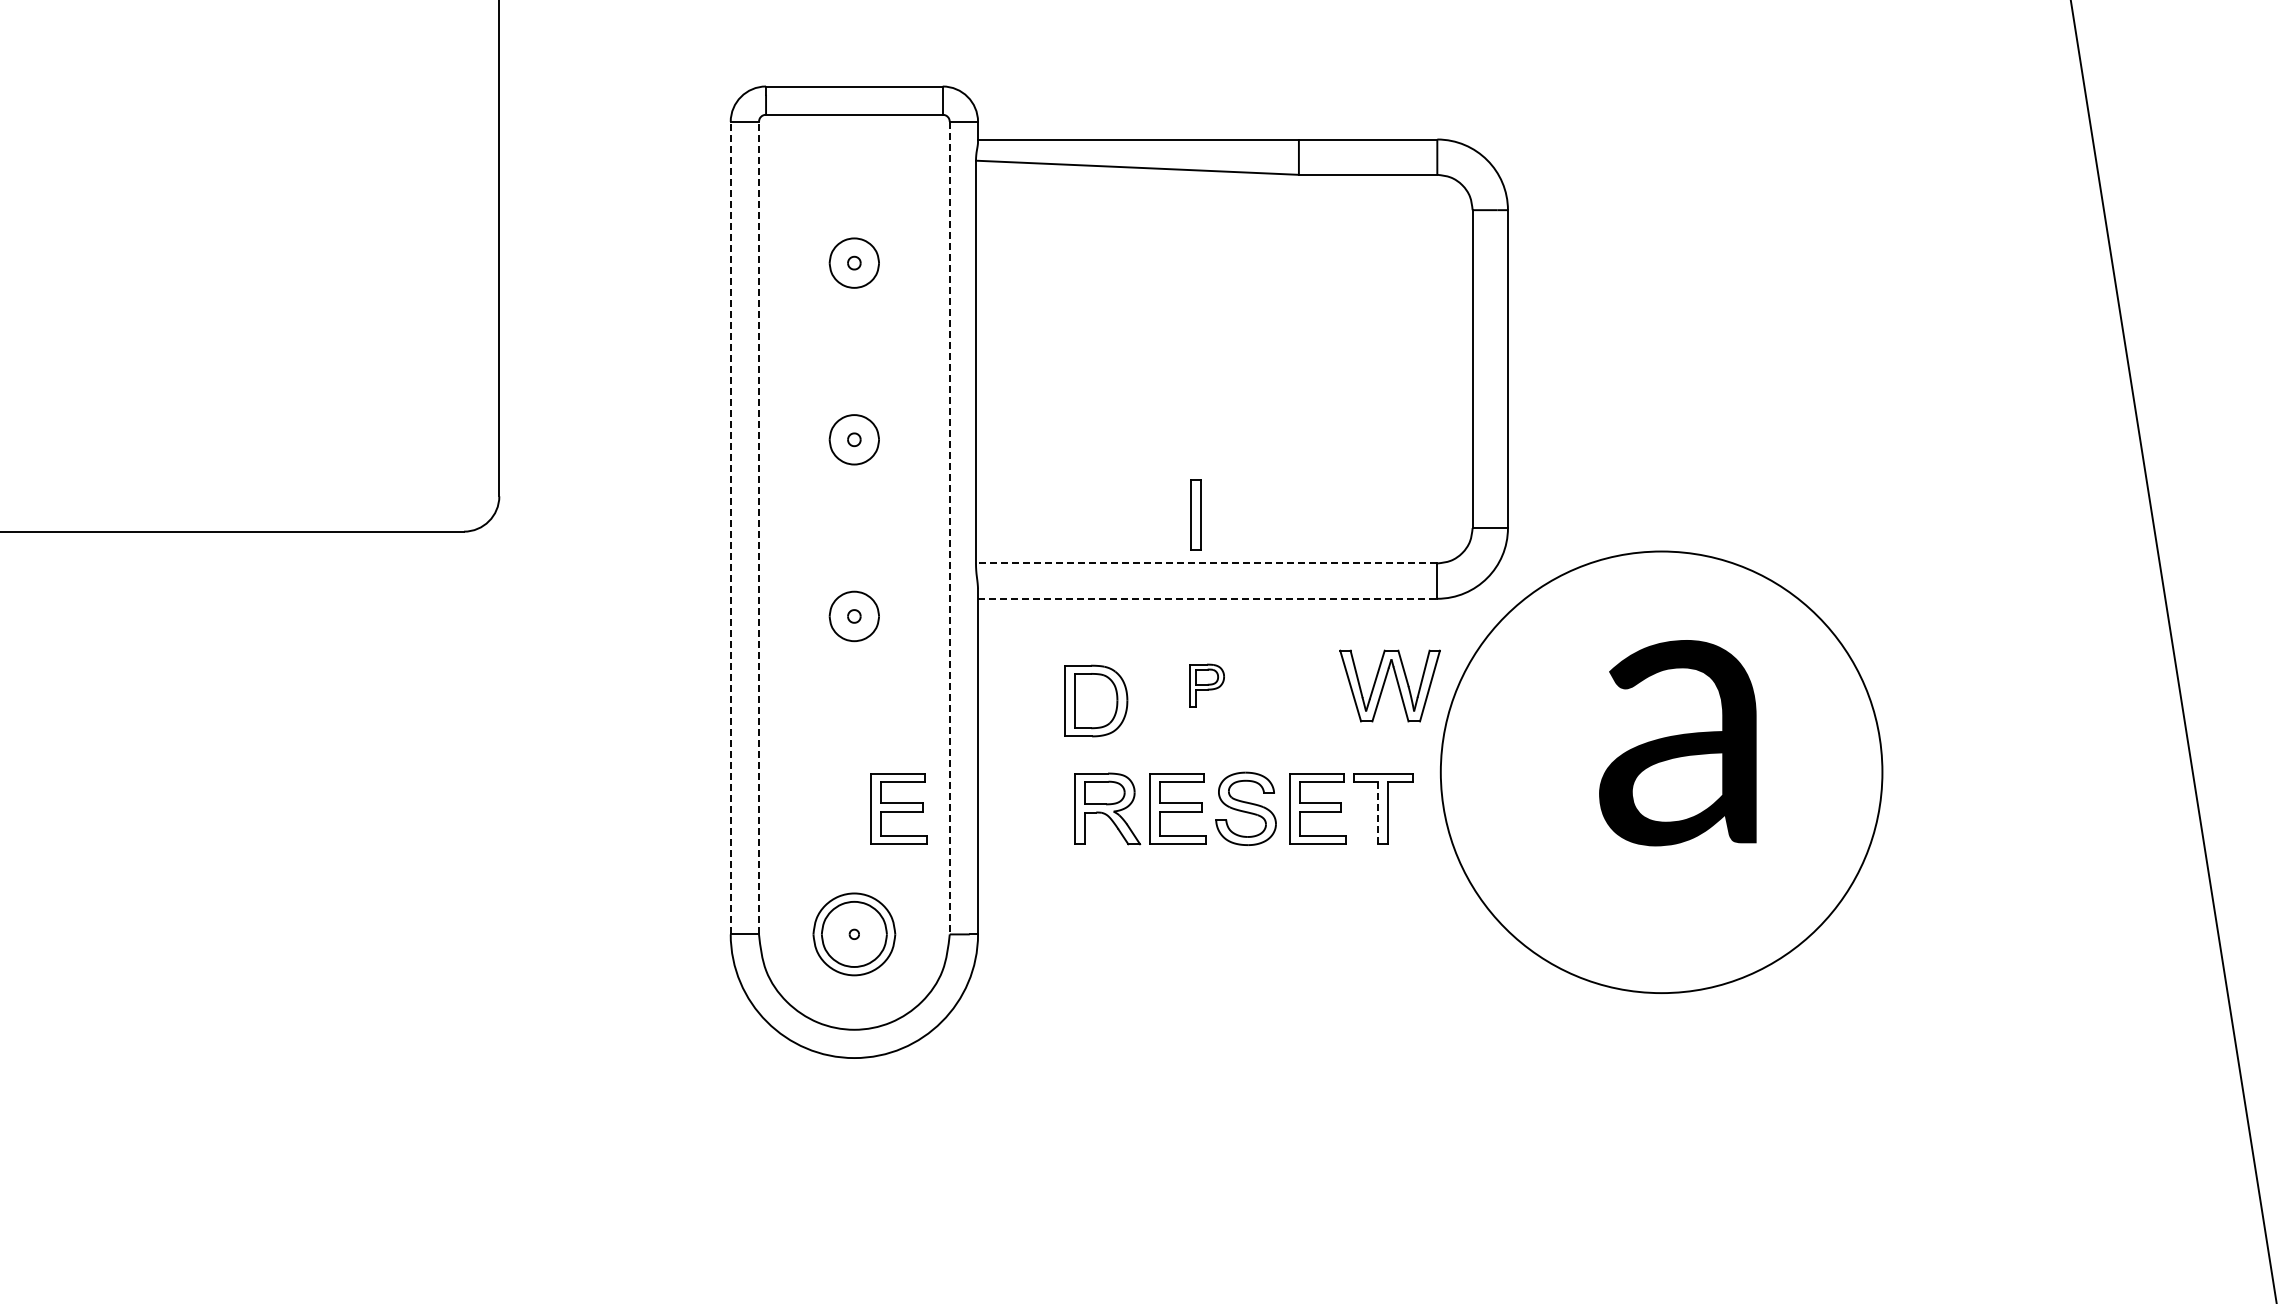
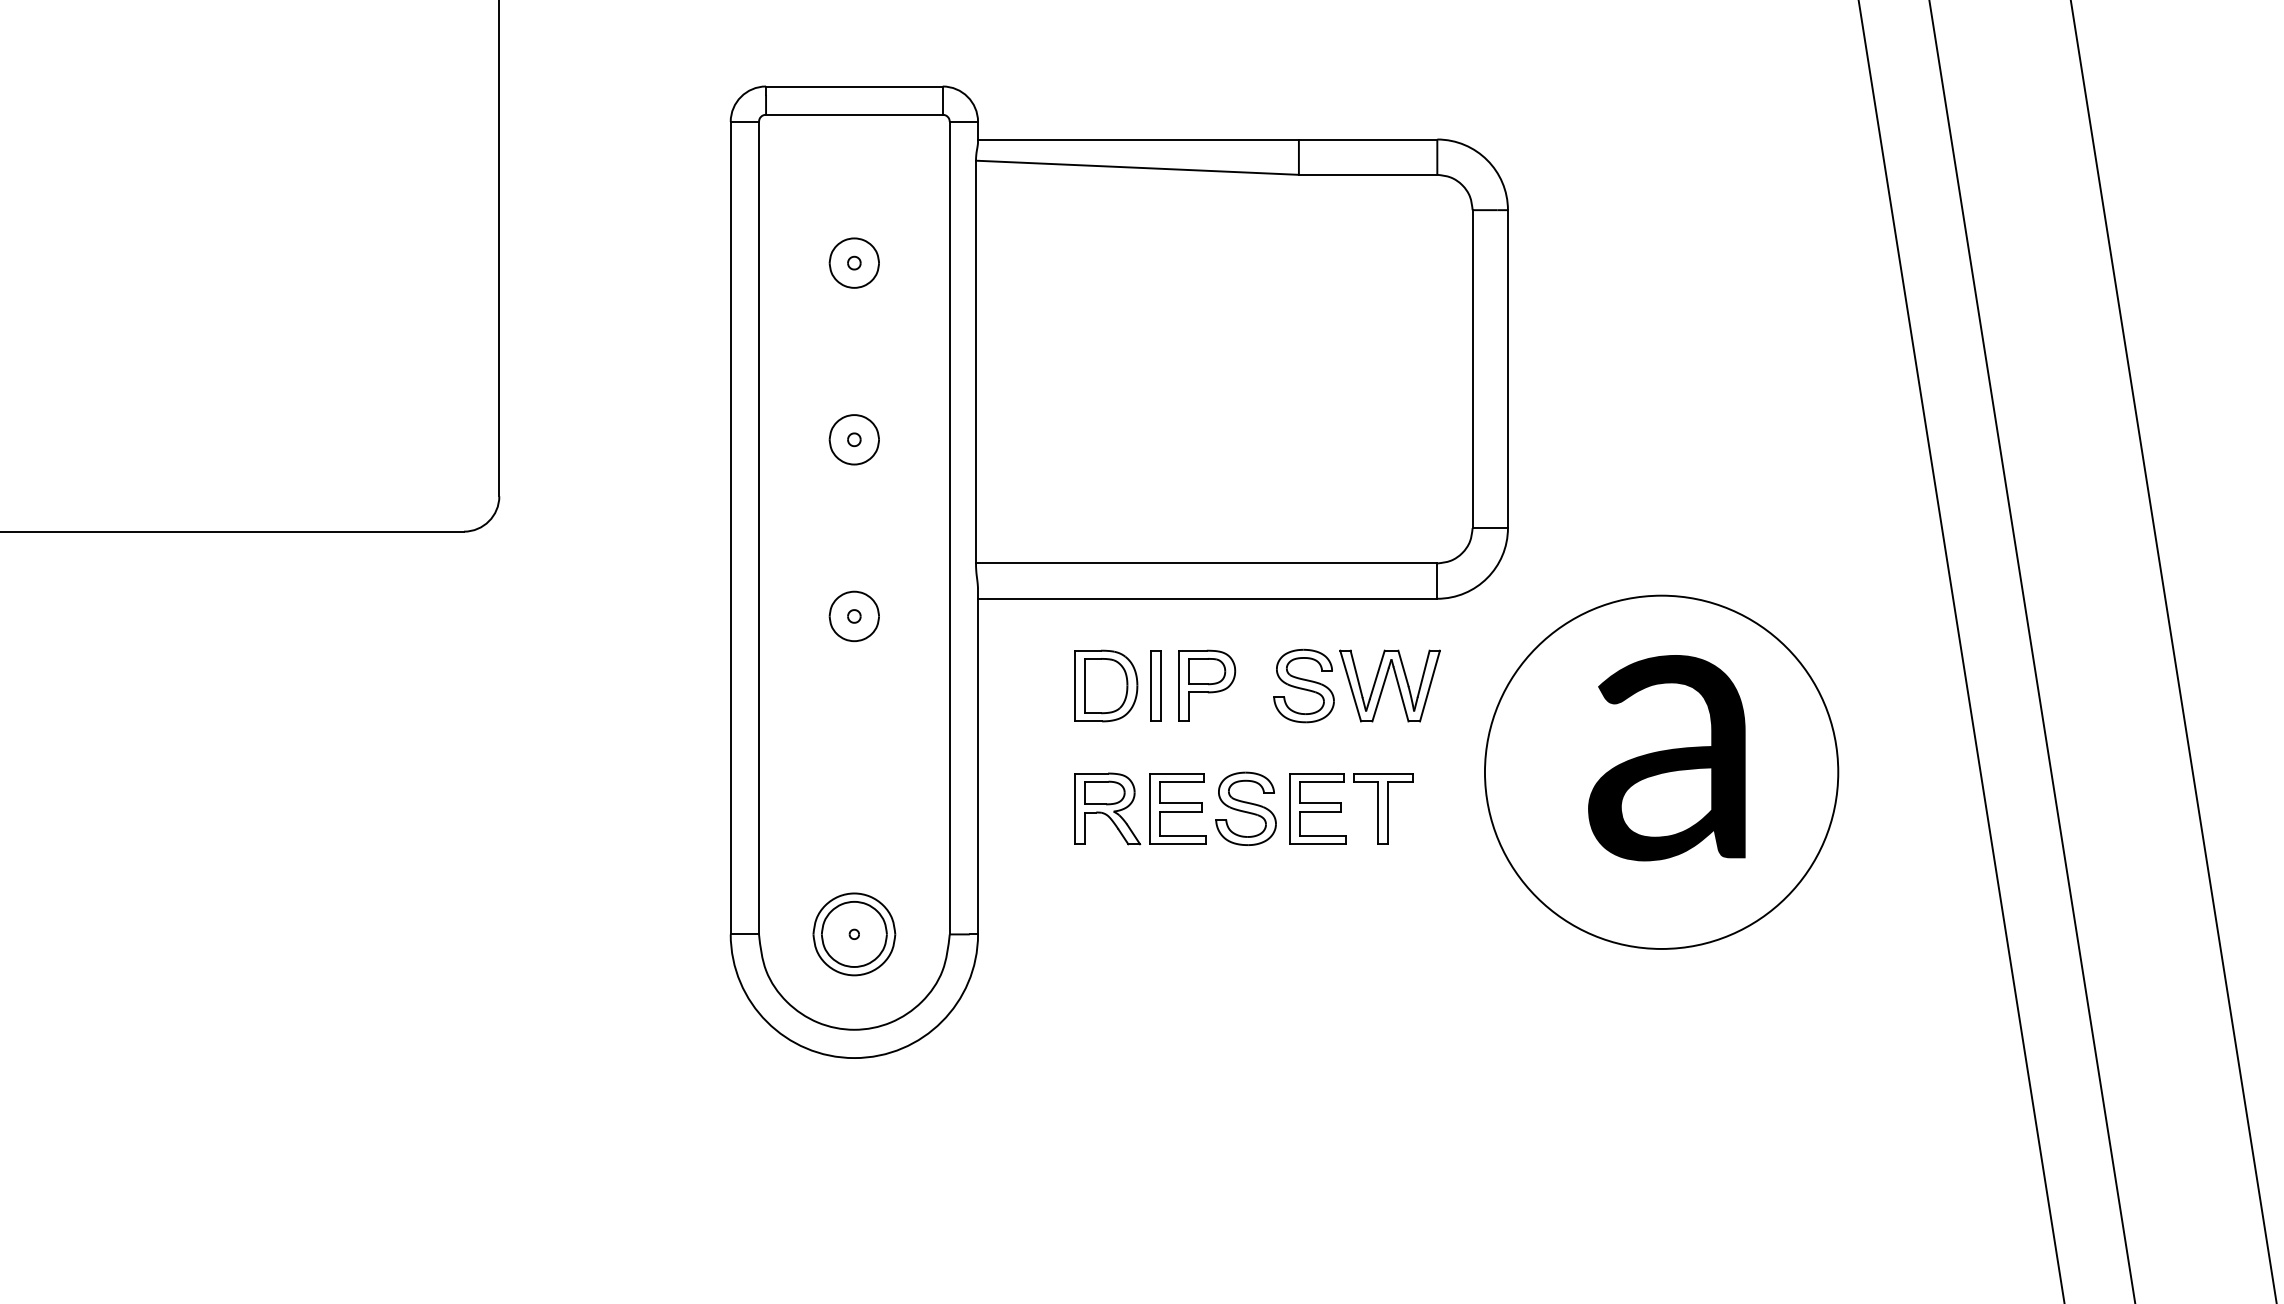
part at (1195, 514) position: (1195, 514) -> (1155, 685)
line at (730, 527): dashed -> solid
line at (759, 527): dashed -> solid
line at (949, 528): dashed -> solid
line at (1206, 563): dashed -> solid
line at (1207, 598): dashed -> solid
line at (1961, 651): none -> present
line at (2031, 651): none -> present
part at (1206, 685) size: 36x45 px -> 59x73 px
part at (1303, 685): none -> present
part at (1096, 700) position: (1096, 700) -> (1106, 685)
text at (1677, 743) position: (1677, 743) -> (1666, 758)
circle at (1661, 772) diameter: 442 px -> 353 px
part at (898, 808): present -> none
line at (1378, 812): dashed -> solid
